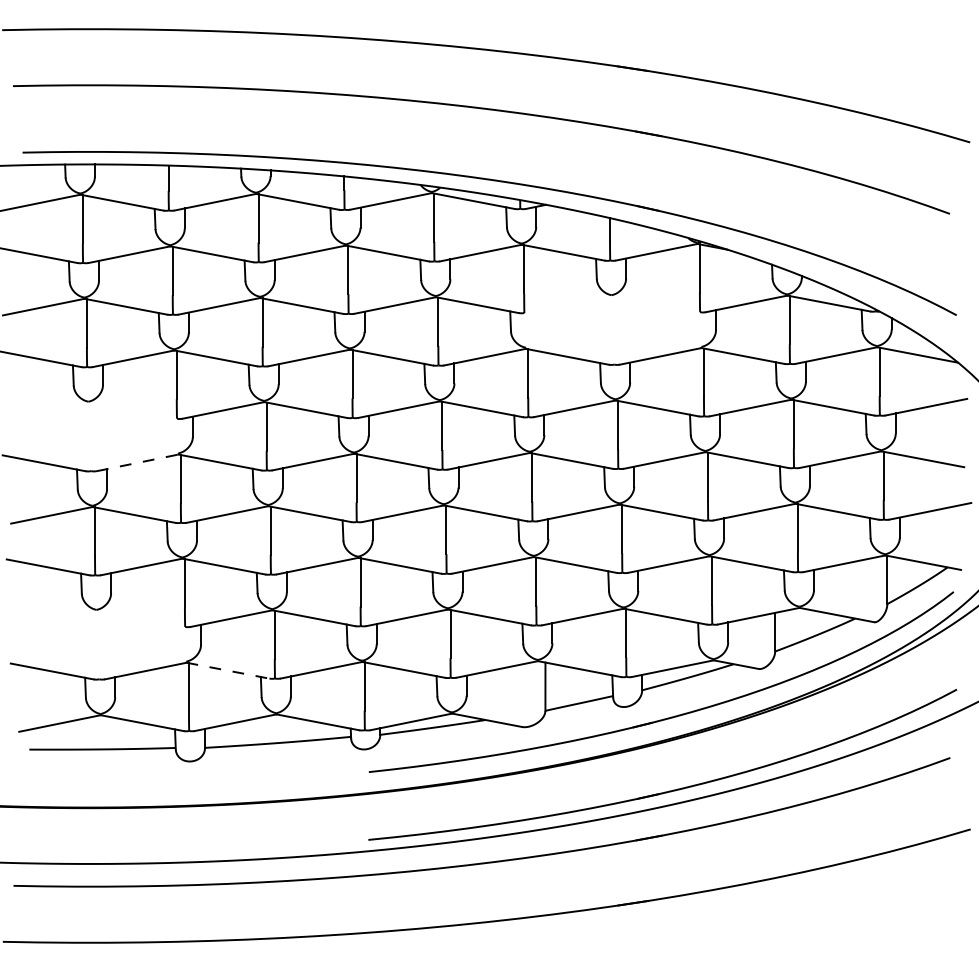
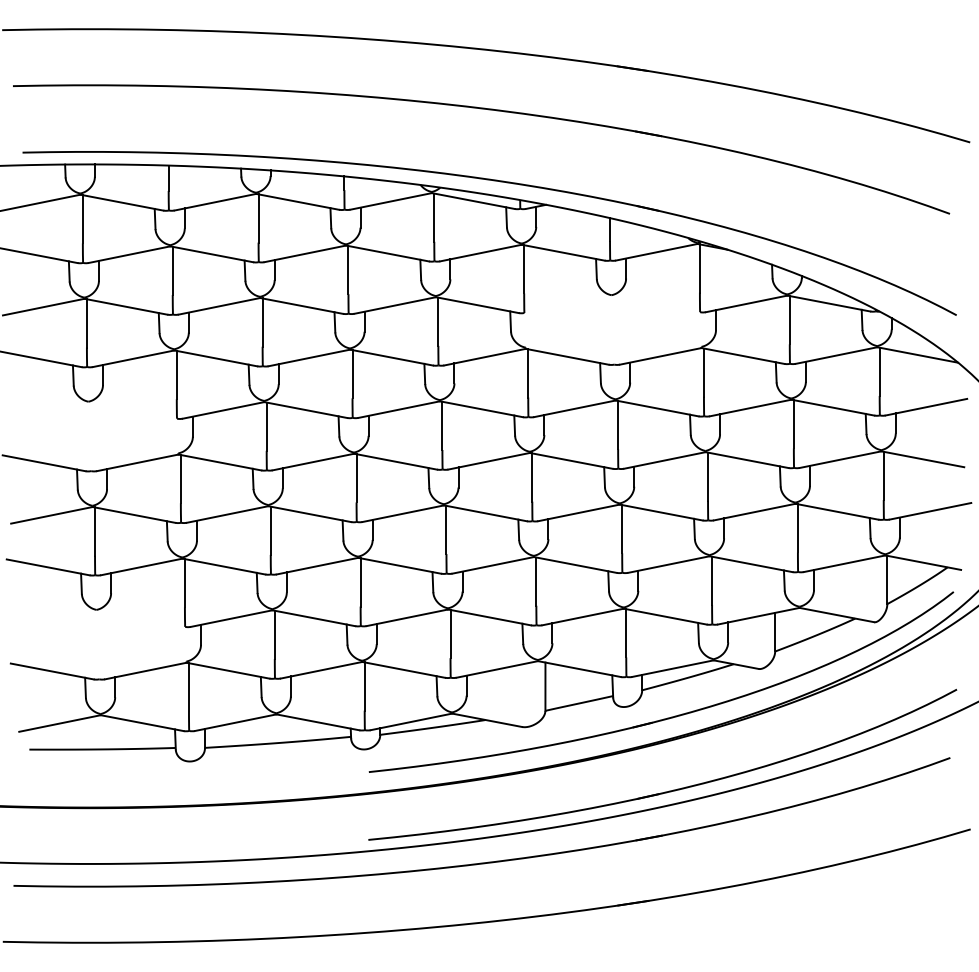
line at (137, 462): dashed -> solid
line at (228, 670): dashed -> solid
